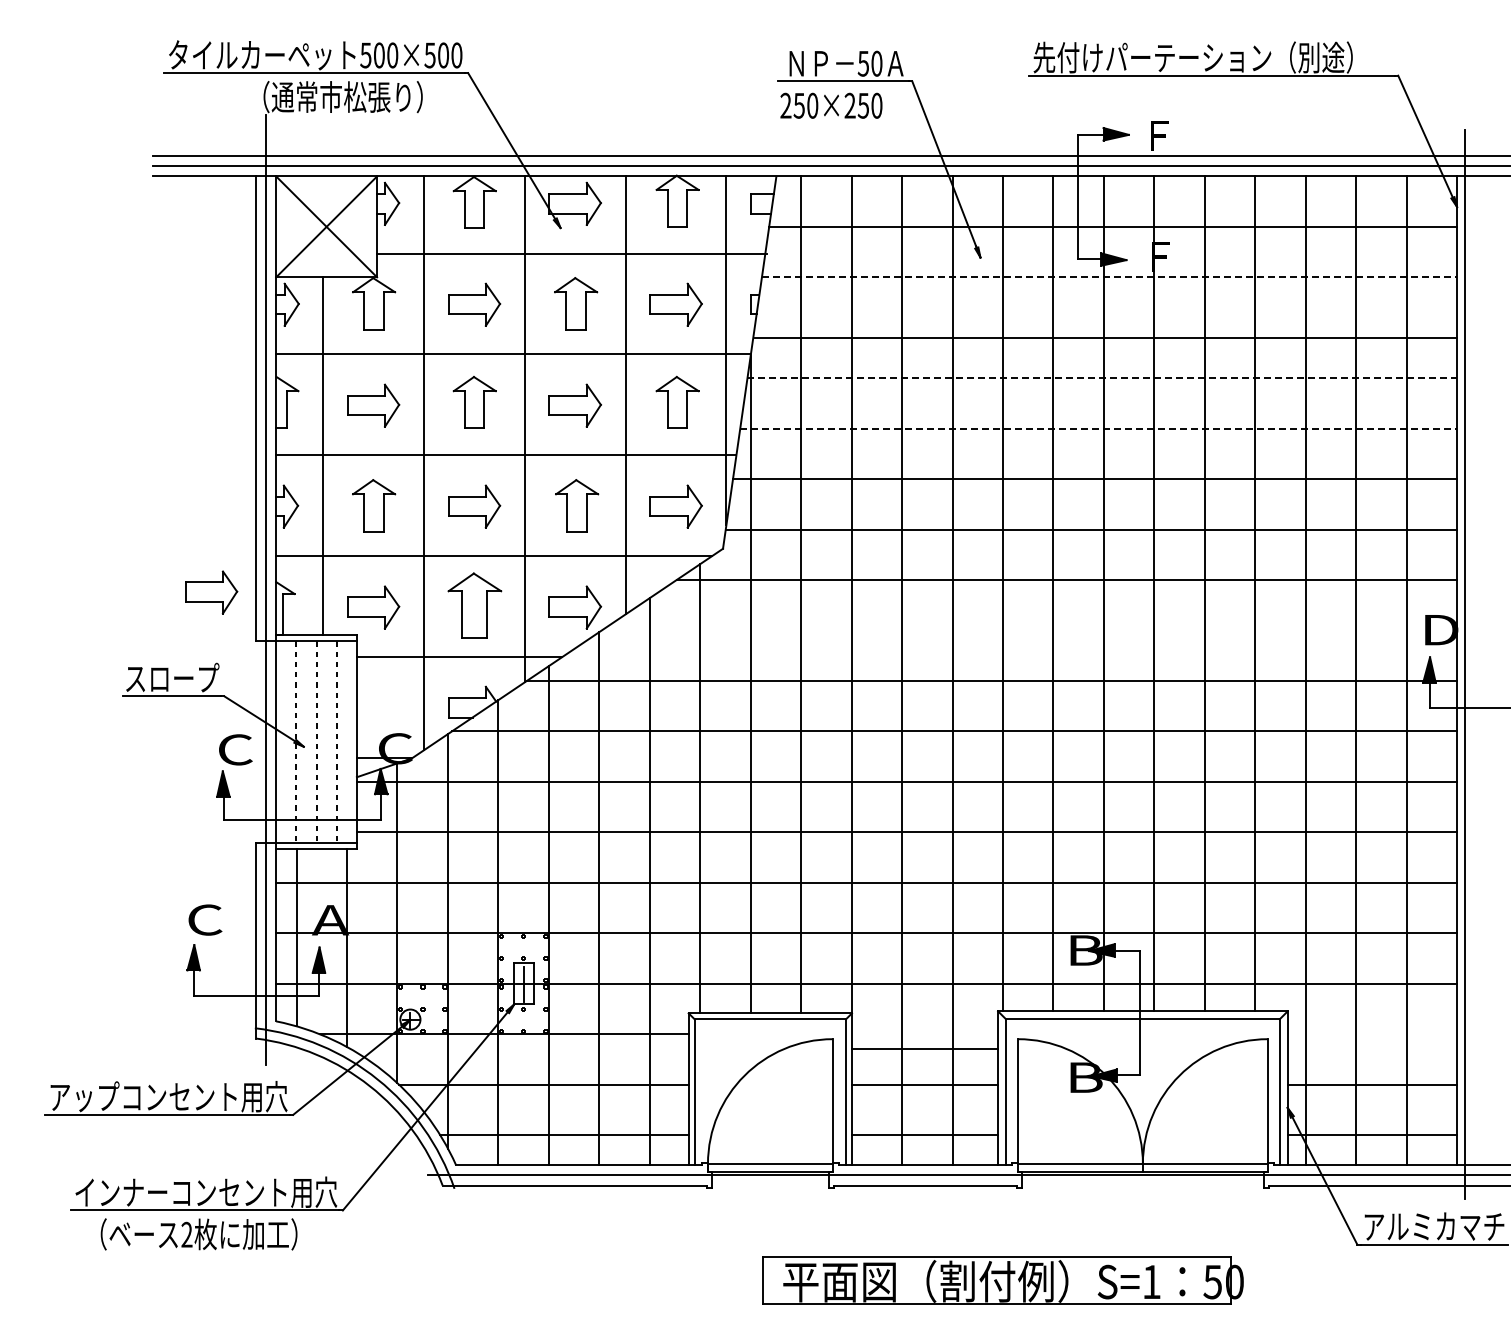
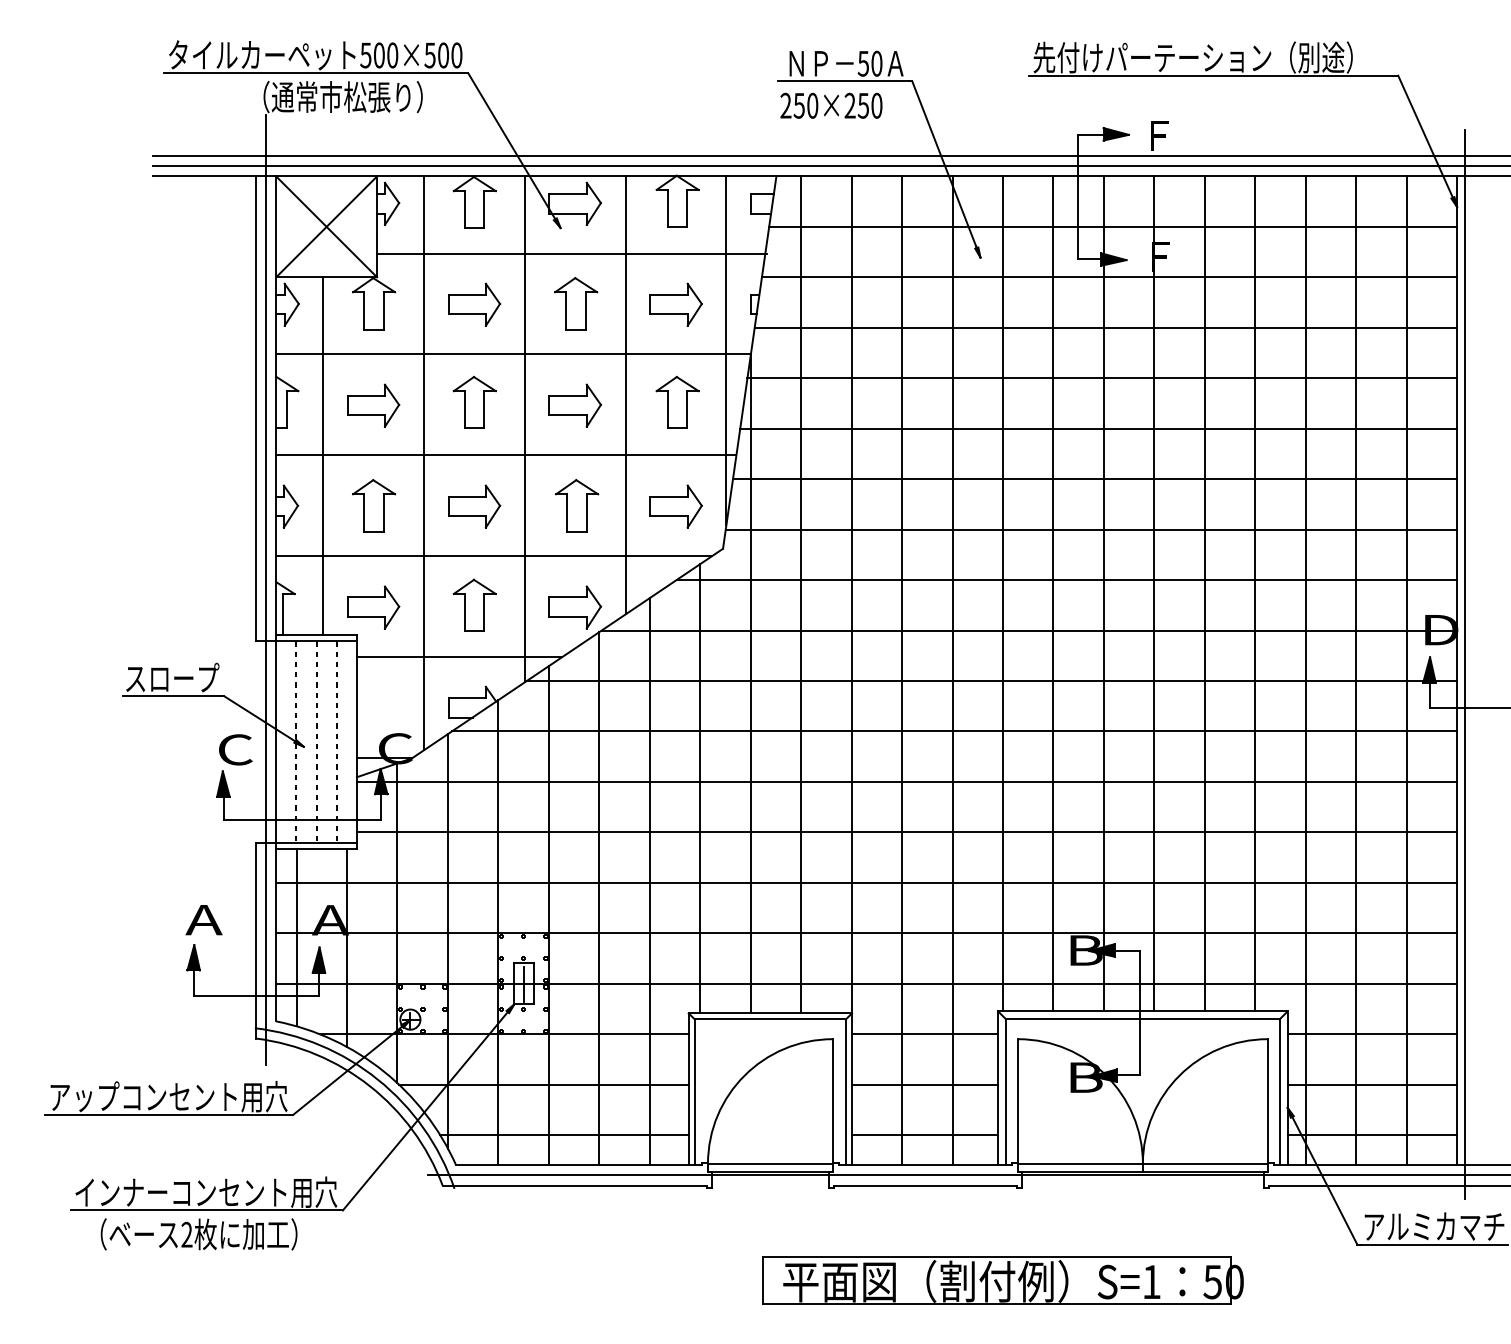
line at (1109, 277): dashed -> solid
line at (1105, 337) position: (1105, 337) -> (1105, 327)
line at (1102, 378): dashed -> solid
line at (1099, 428): dashed -> solid
part at (211, 592): present -> none
part at (474, 605) size: 56x67 px -> 45x54 px
line at (1029, 630): none -> present
text at (203, 919): C -> A
line at (1372, 1034): none -> present
line at (924, 1049) position: (924, 1049) -> (924, 1034)
